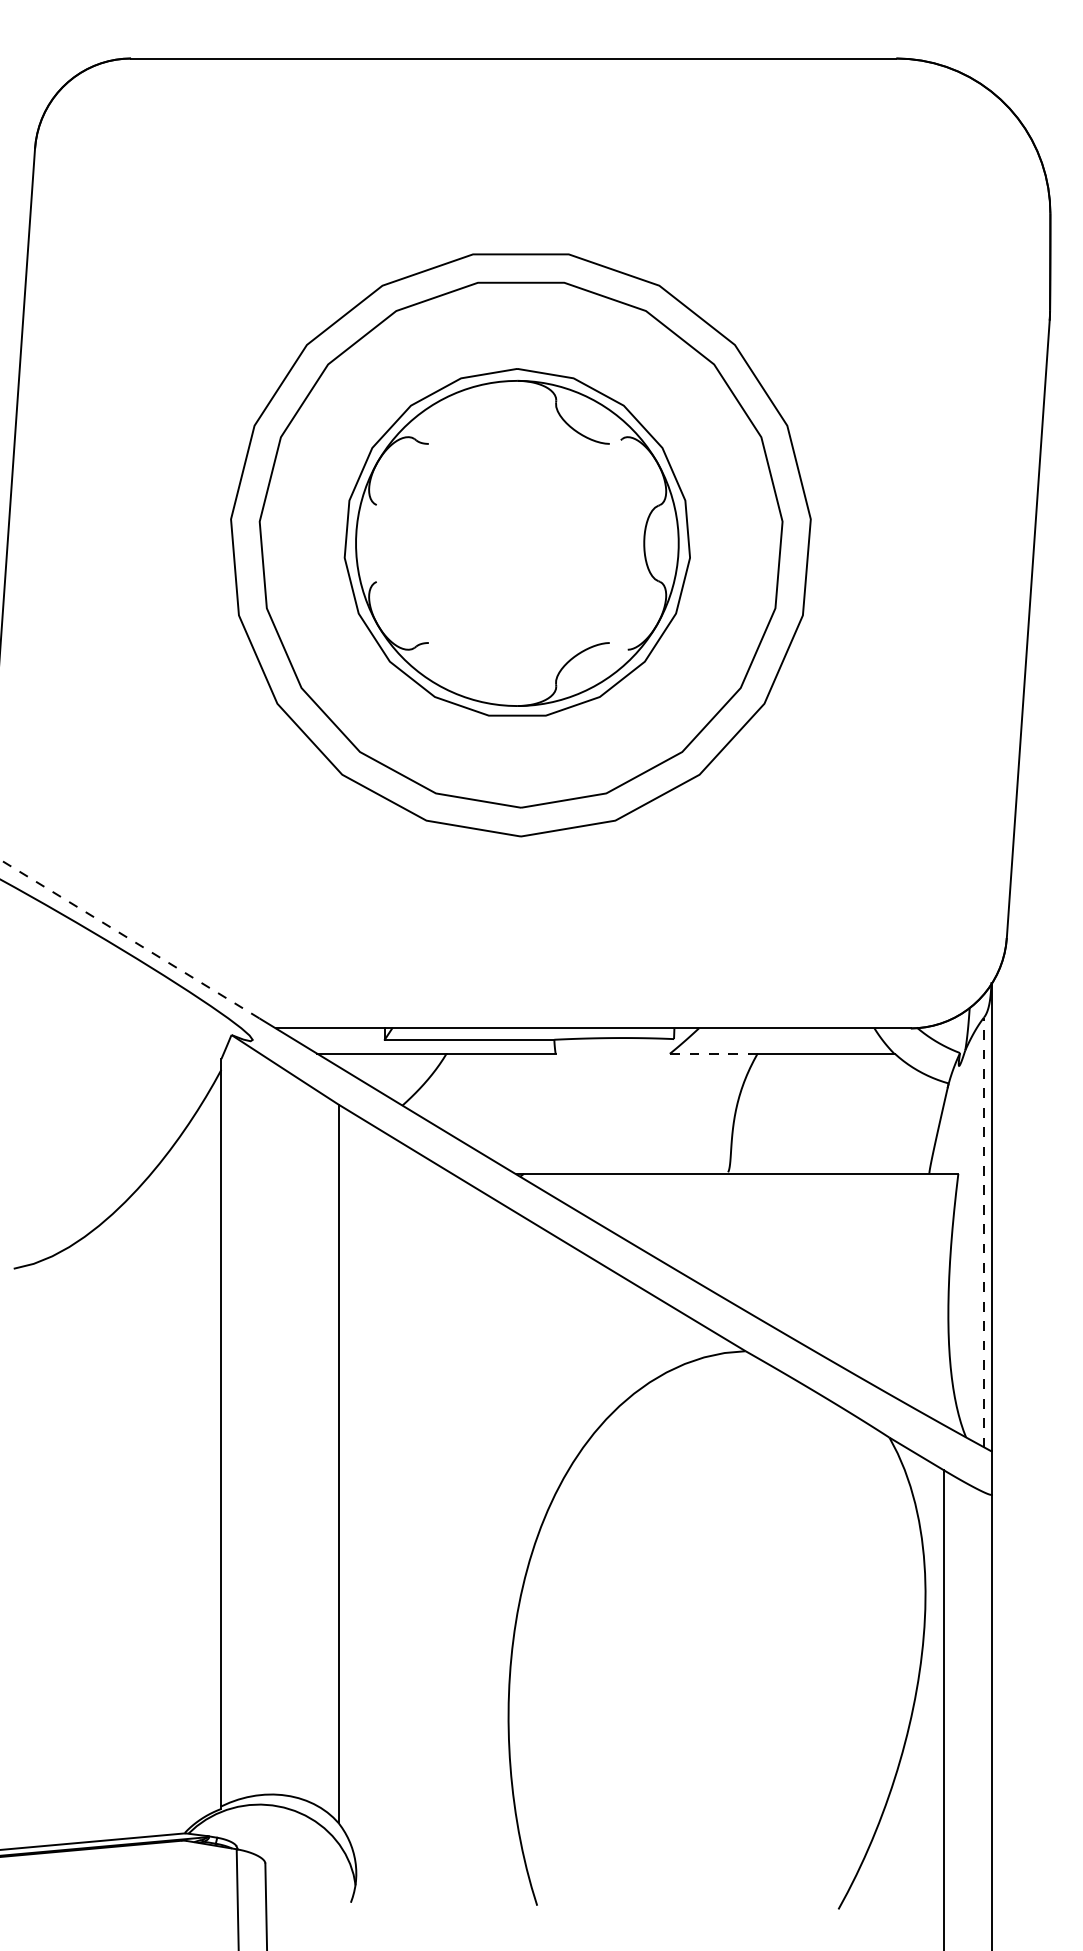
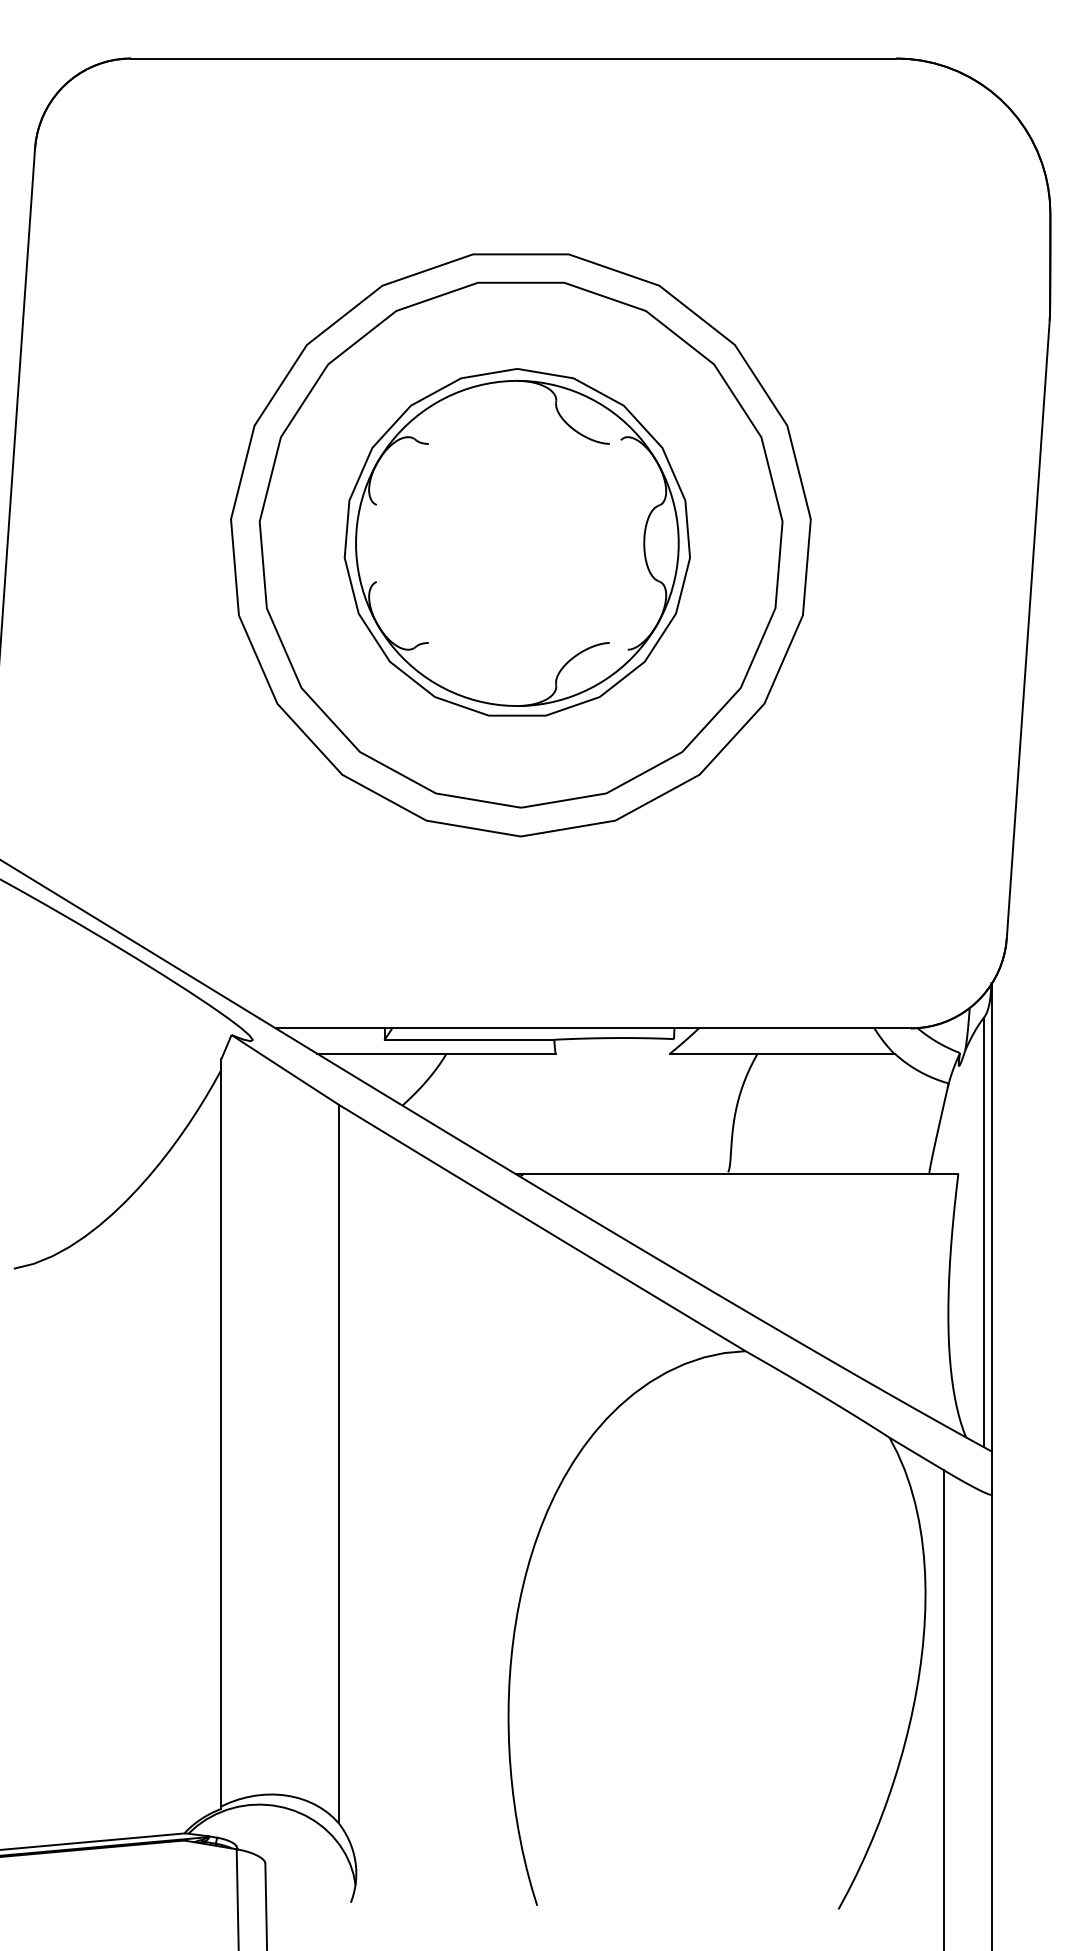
line at (129, 939): dashed -> solid
line at (713, 1053): dashed -> solid
line at (984, 1232): dashed -> solid
